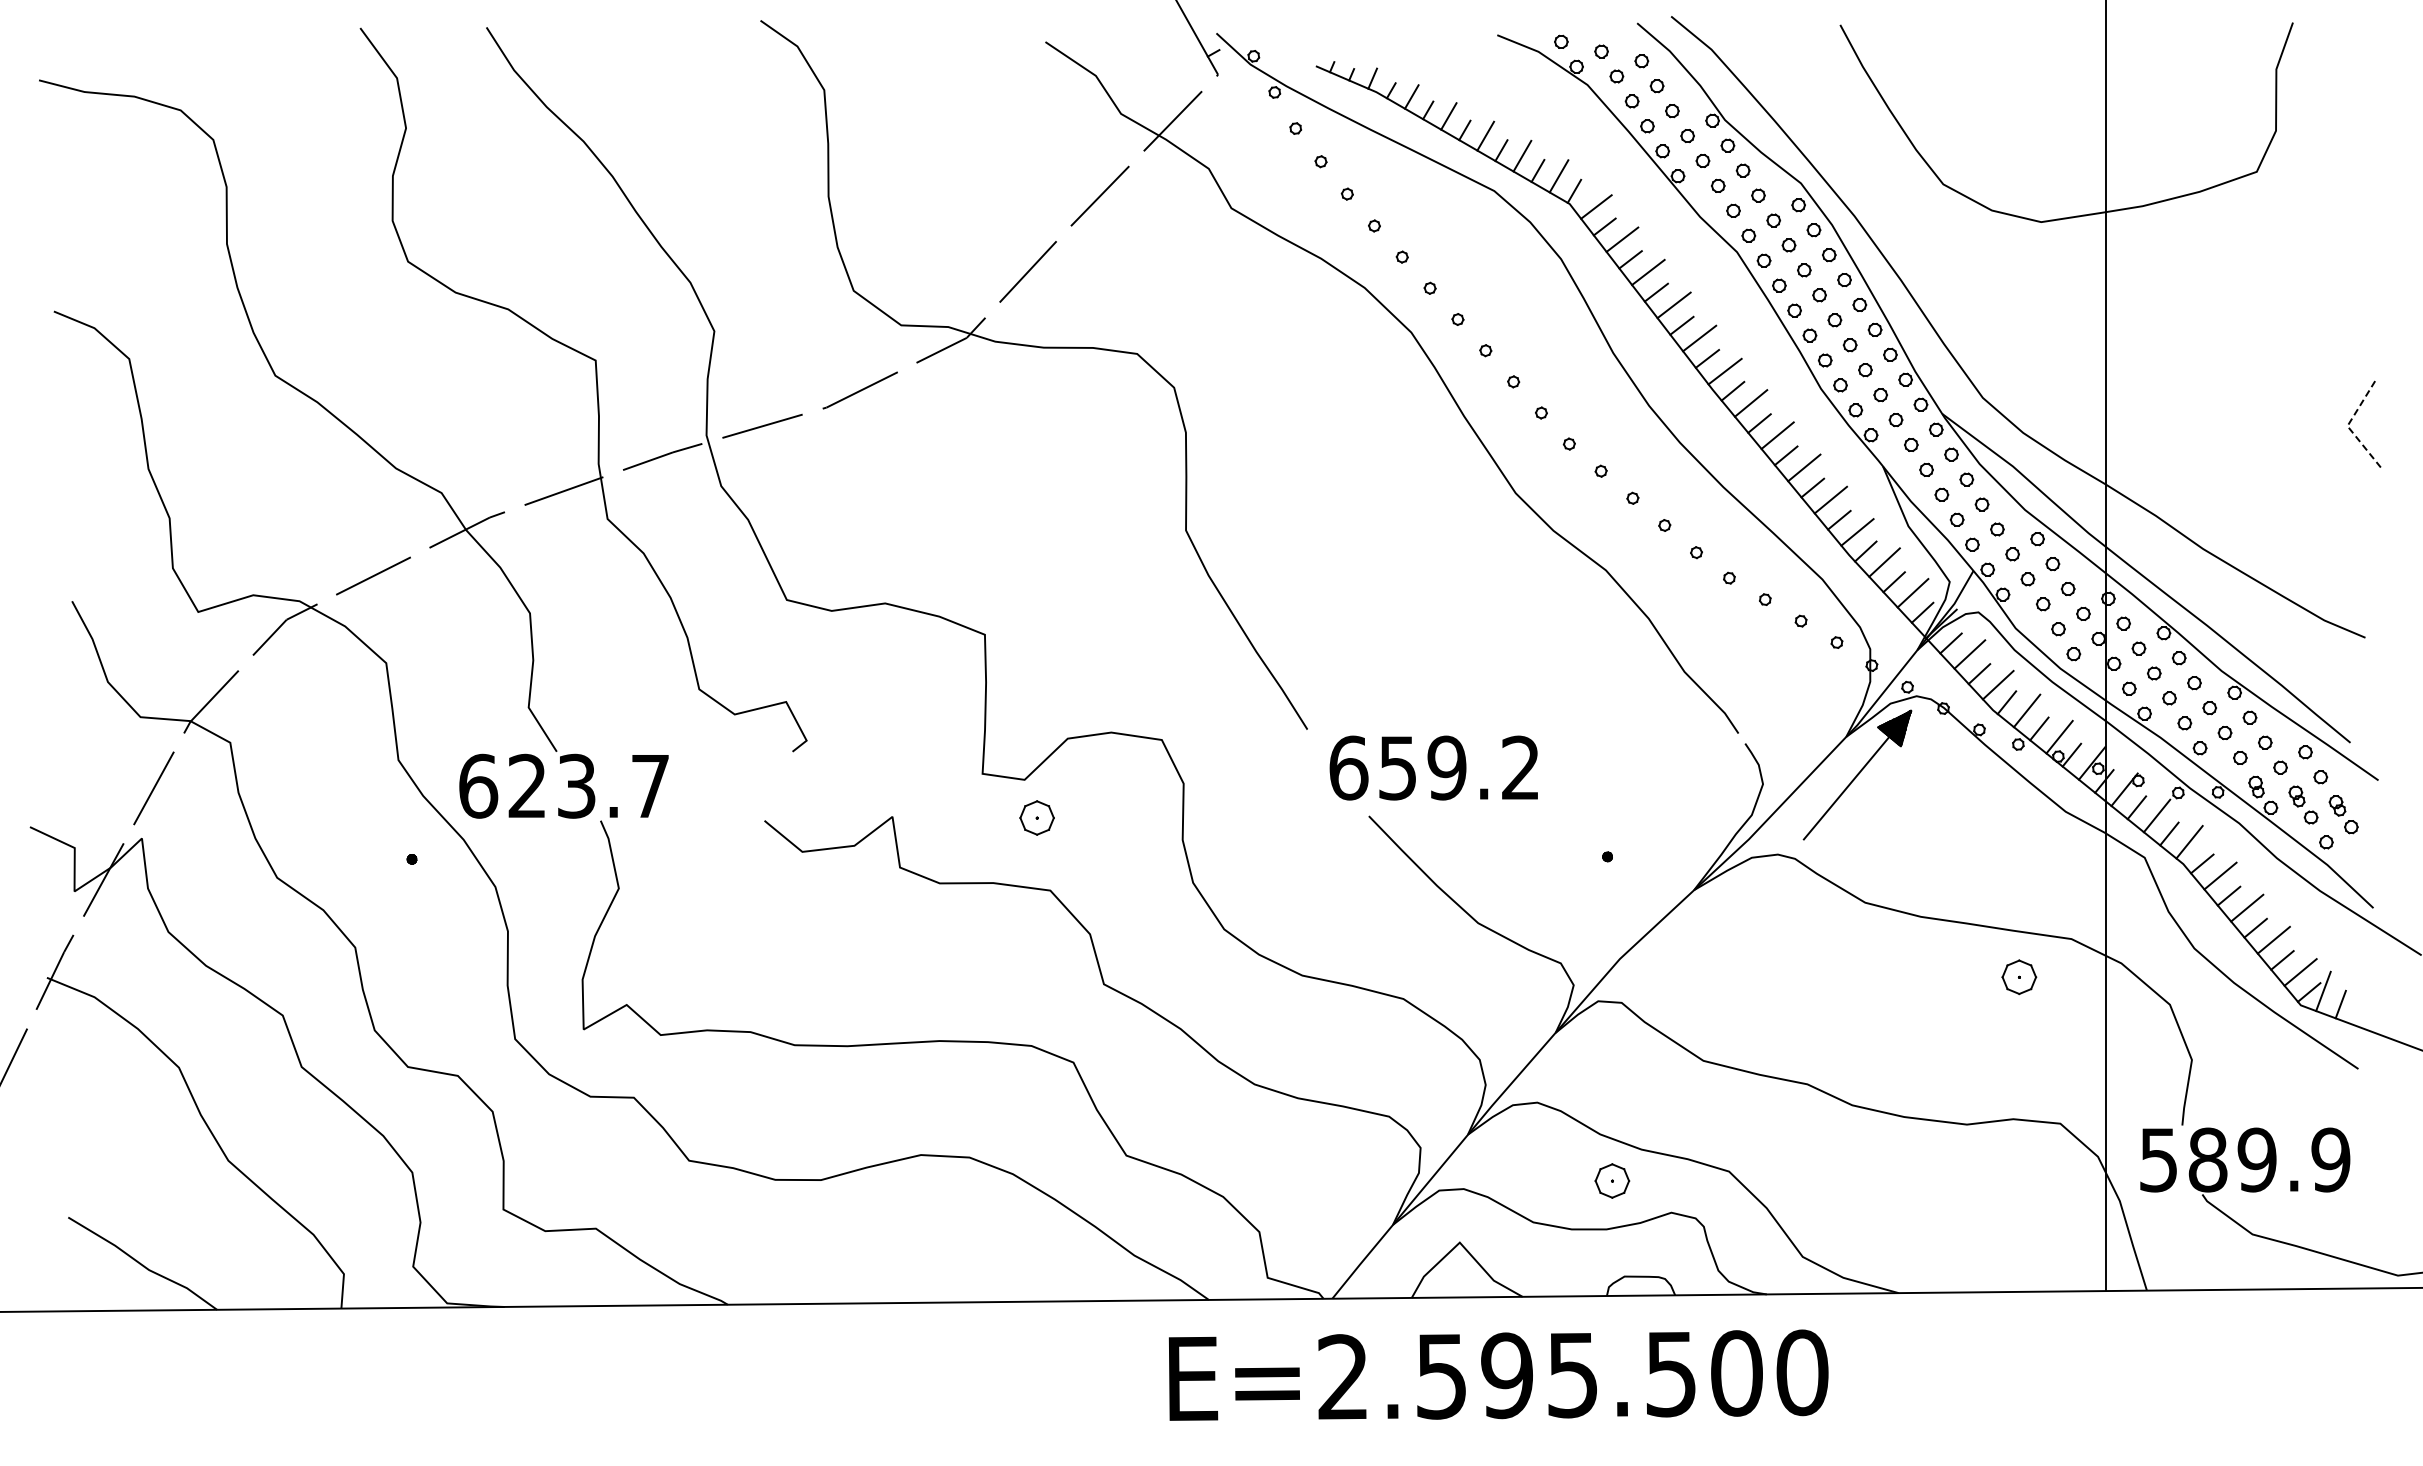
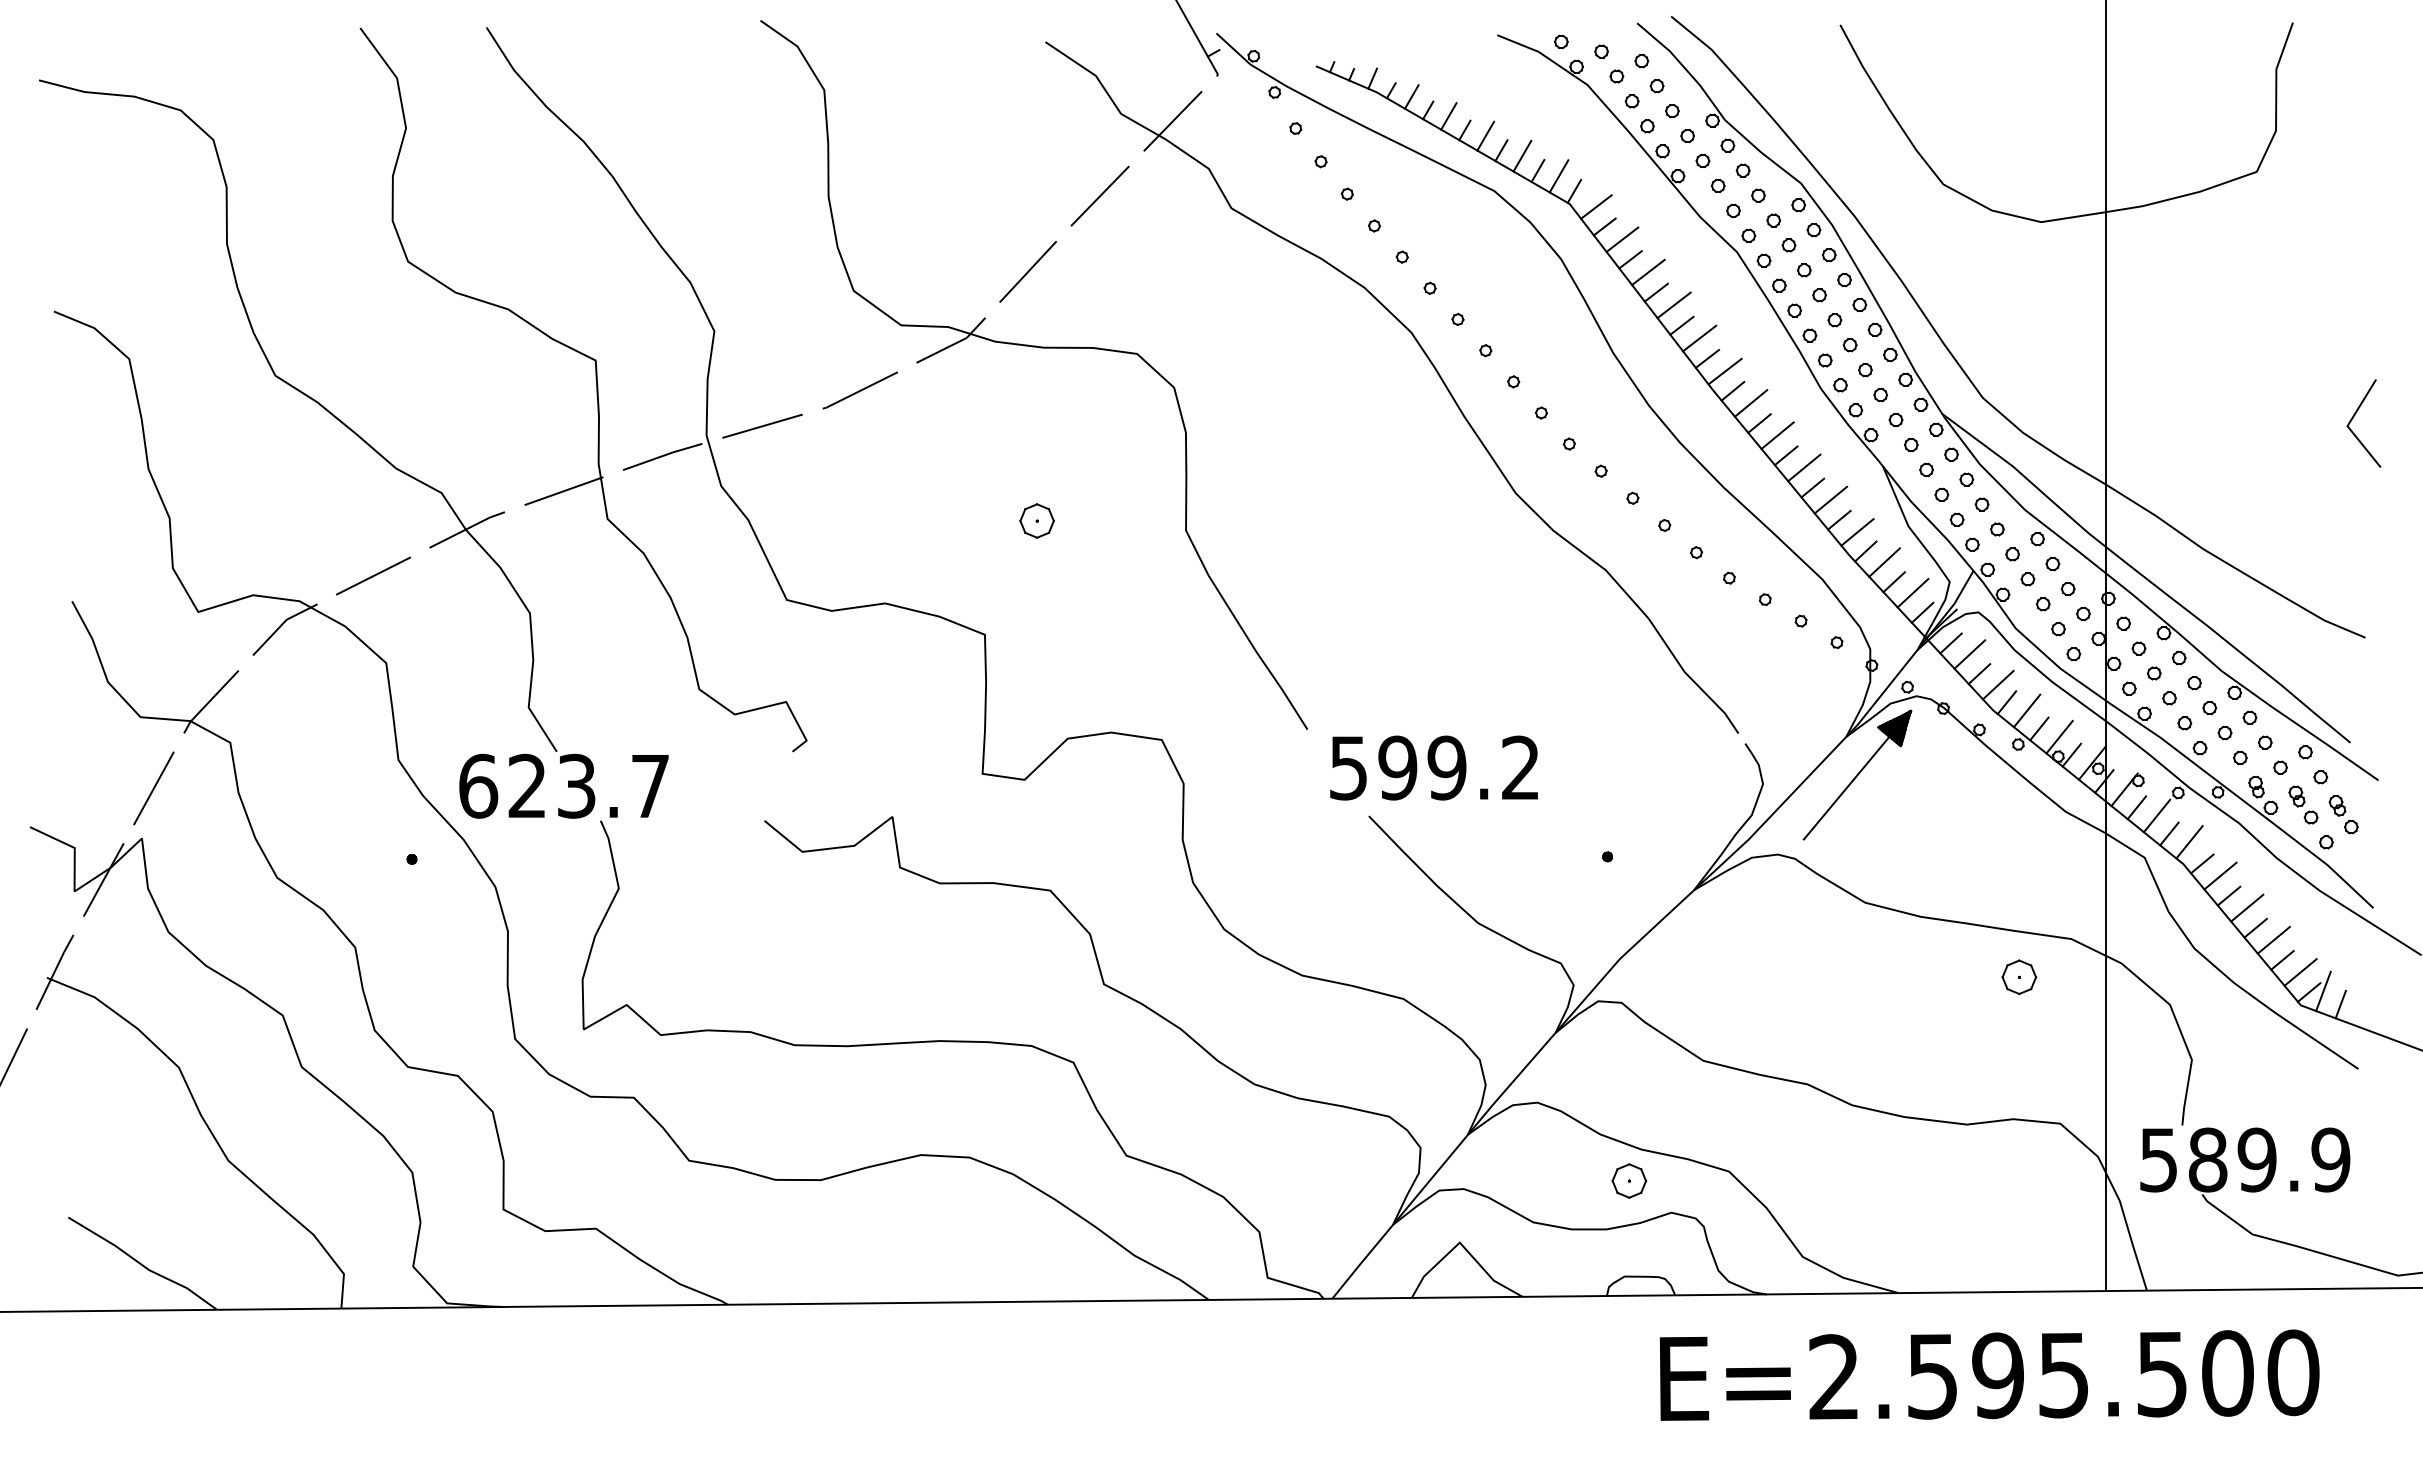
line at (2347, 426): dashed -> solid
text at (1373, 767): 659.2 -> 599.2
part at (1036, 817) position: (1036, 817) -> (1036, 520)
part at (1612, 1180) position: (1612, 1180) -> (1629, 1180)
text at (1498, 1374) position: (1498, 1374) -> (1989, 1374)
